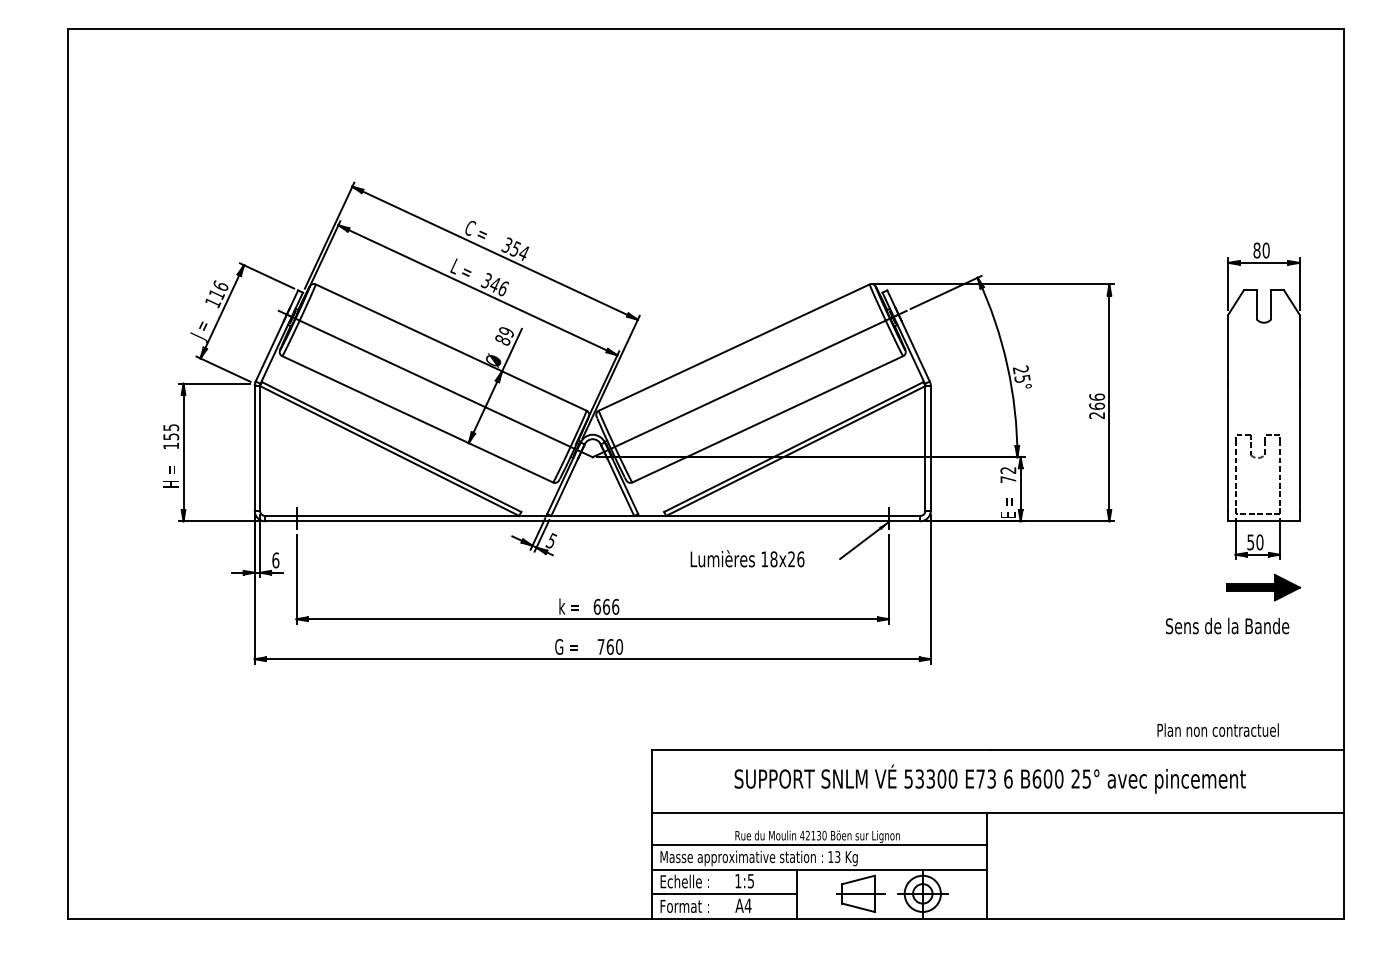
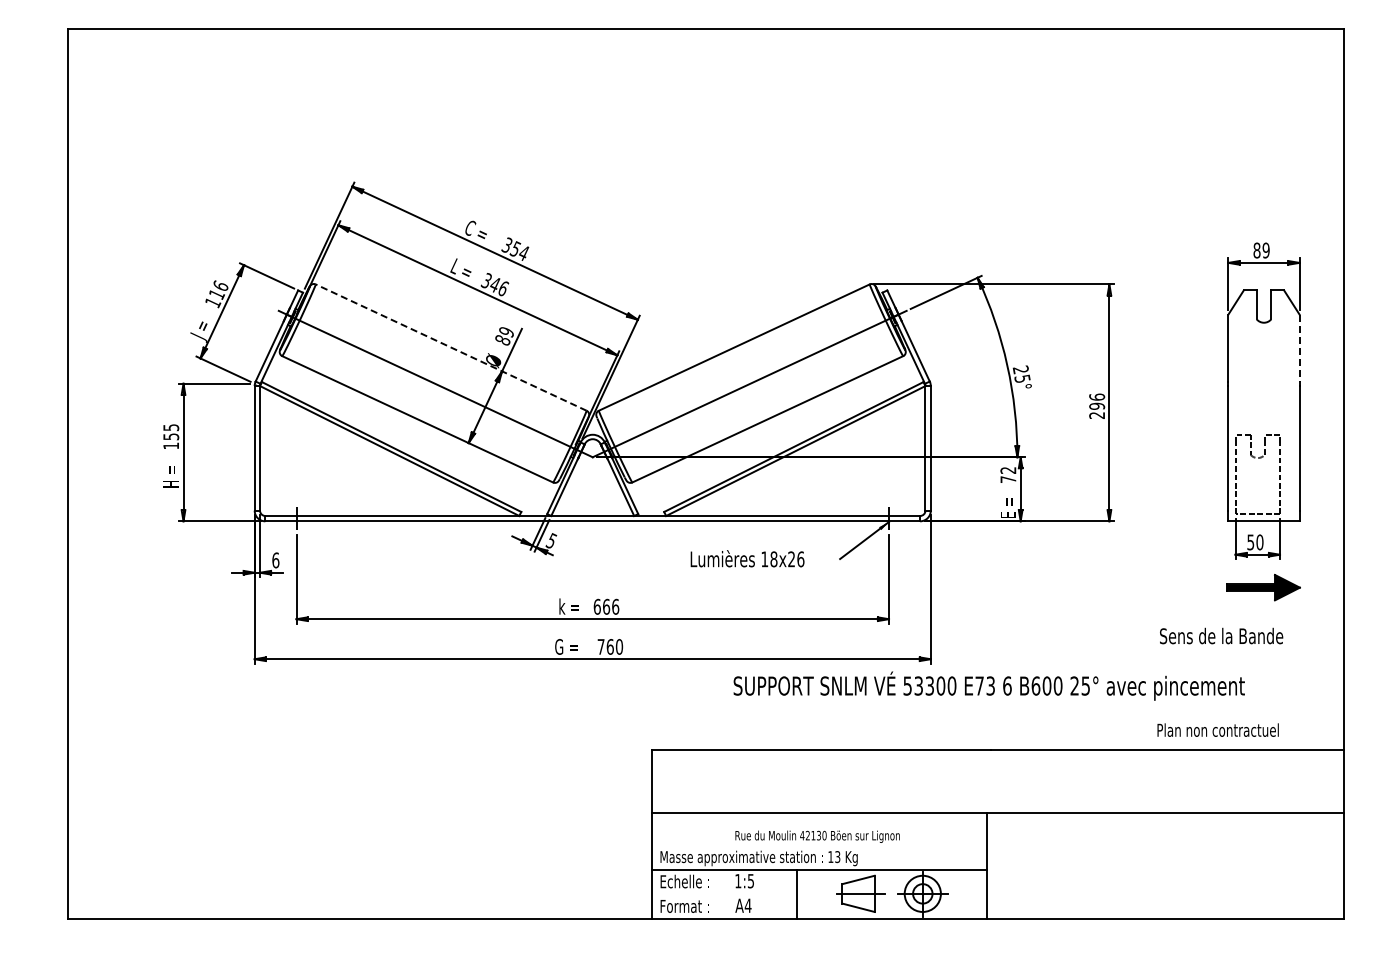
text at (1265, 250): 80 -> 89
line at (450, 347): solid -> dashed
line at (1299, 348): solid -> dashed
text at (1097, 405): 266 -> 296
text at (1227, 625) position: (1227, 625) -> (1221, 635)
text at (989, 778) position: (989, 778) -> (988, 685)
line at (819, 845): present -> none
line at (724, 894): present -> none
